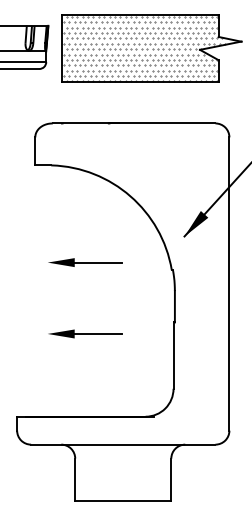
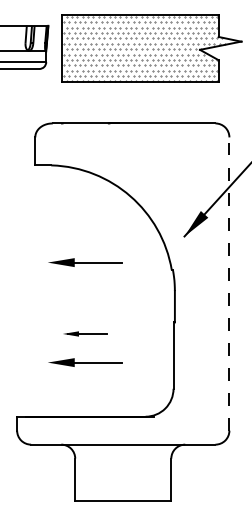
line at (229, 284): solid -> dashed
part at (85, 333) size: 75x10 px -> 45x6 px
part at (85, 362): none -> present
